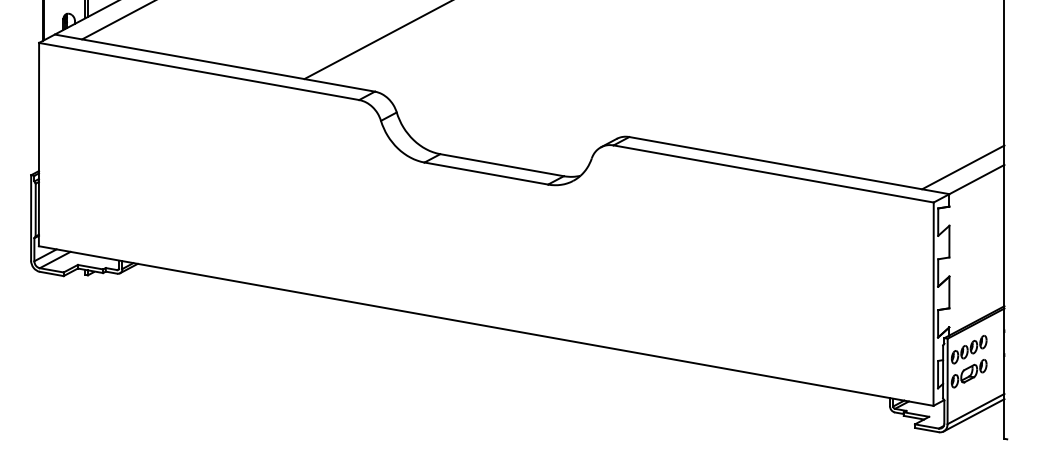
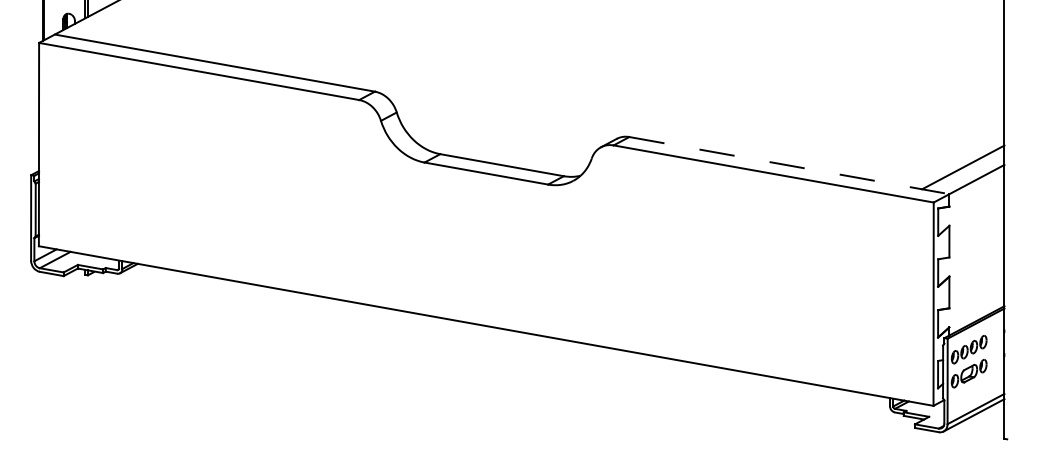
line at (116, 20): present -> none
line at (376, 40): present -> none
line at (789, 165): solid -> dashed
